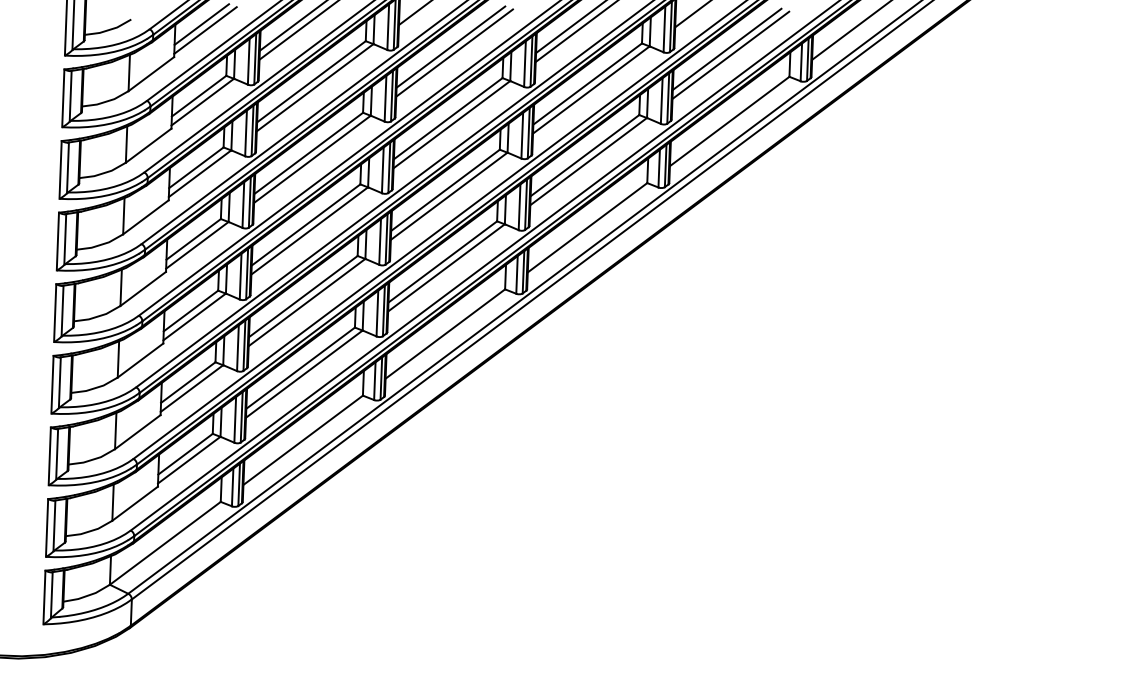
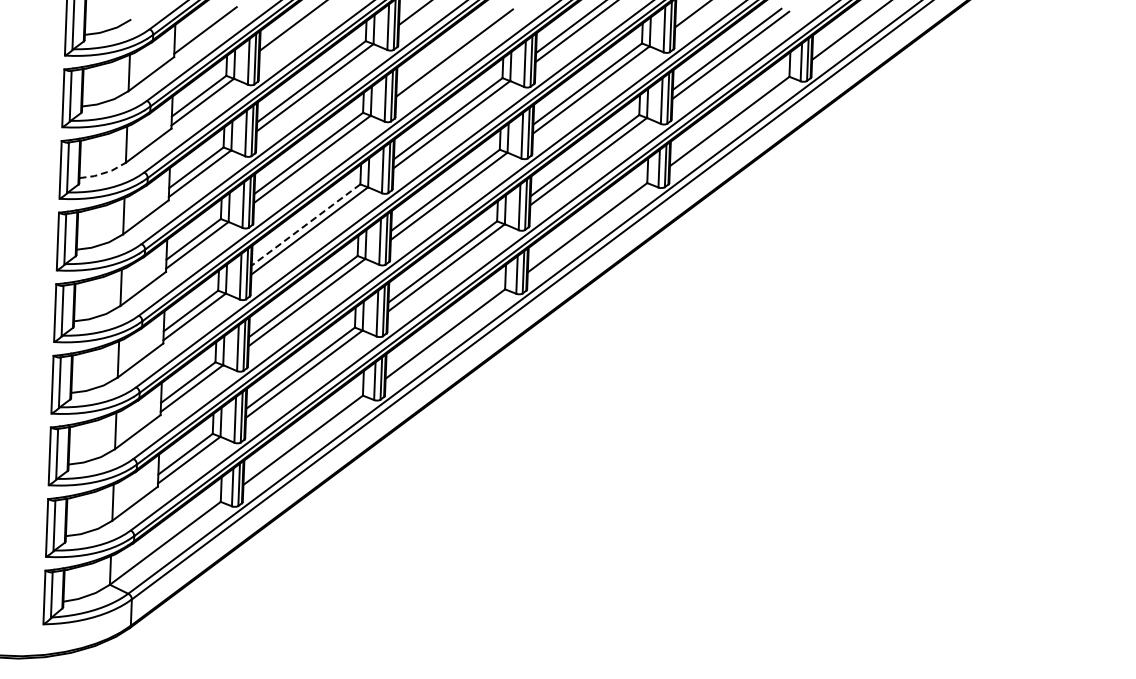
line at (201, 24): present -> none
line at (297, 30): present -> none
line at (450, 46): present -> none
line at (103, 173): solid -> dashed
line at (306, 224): solid -> dashed
